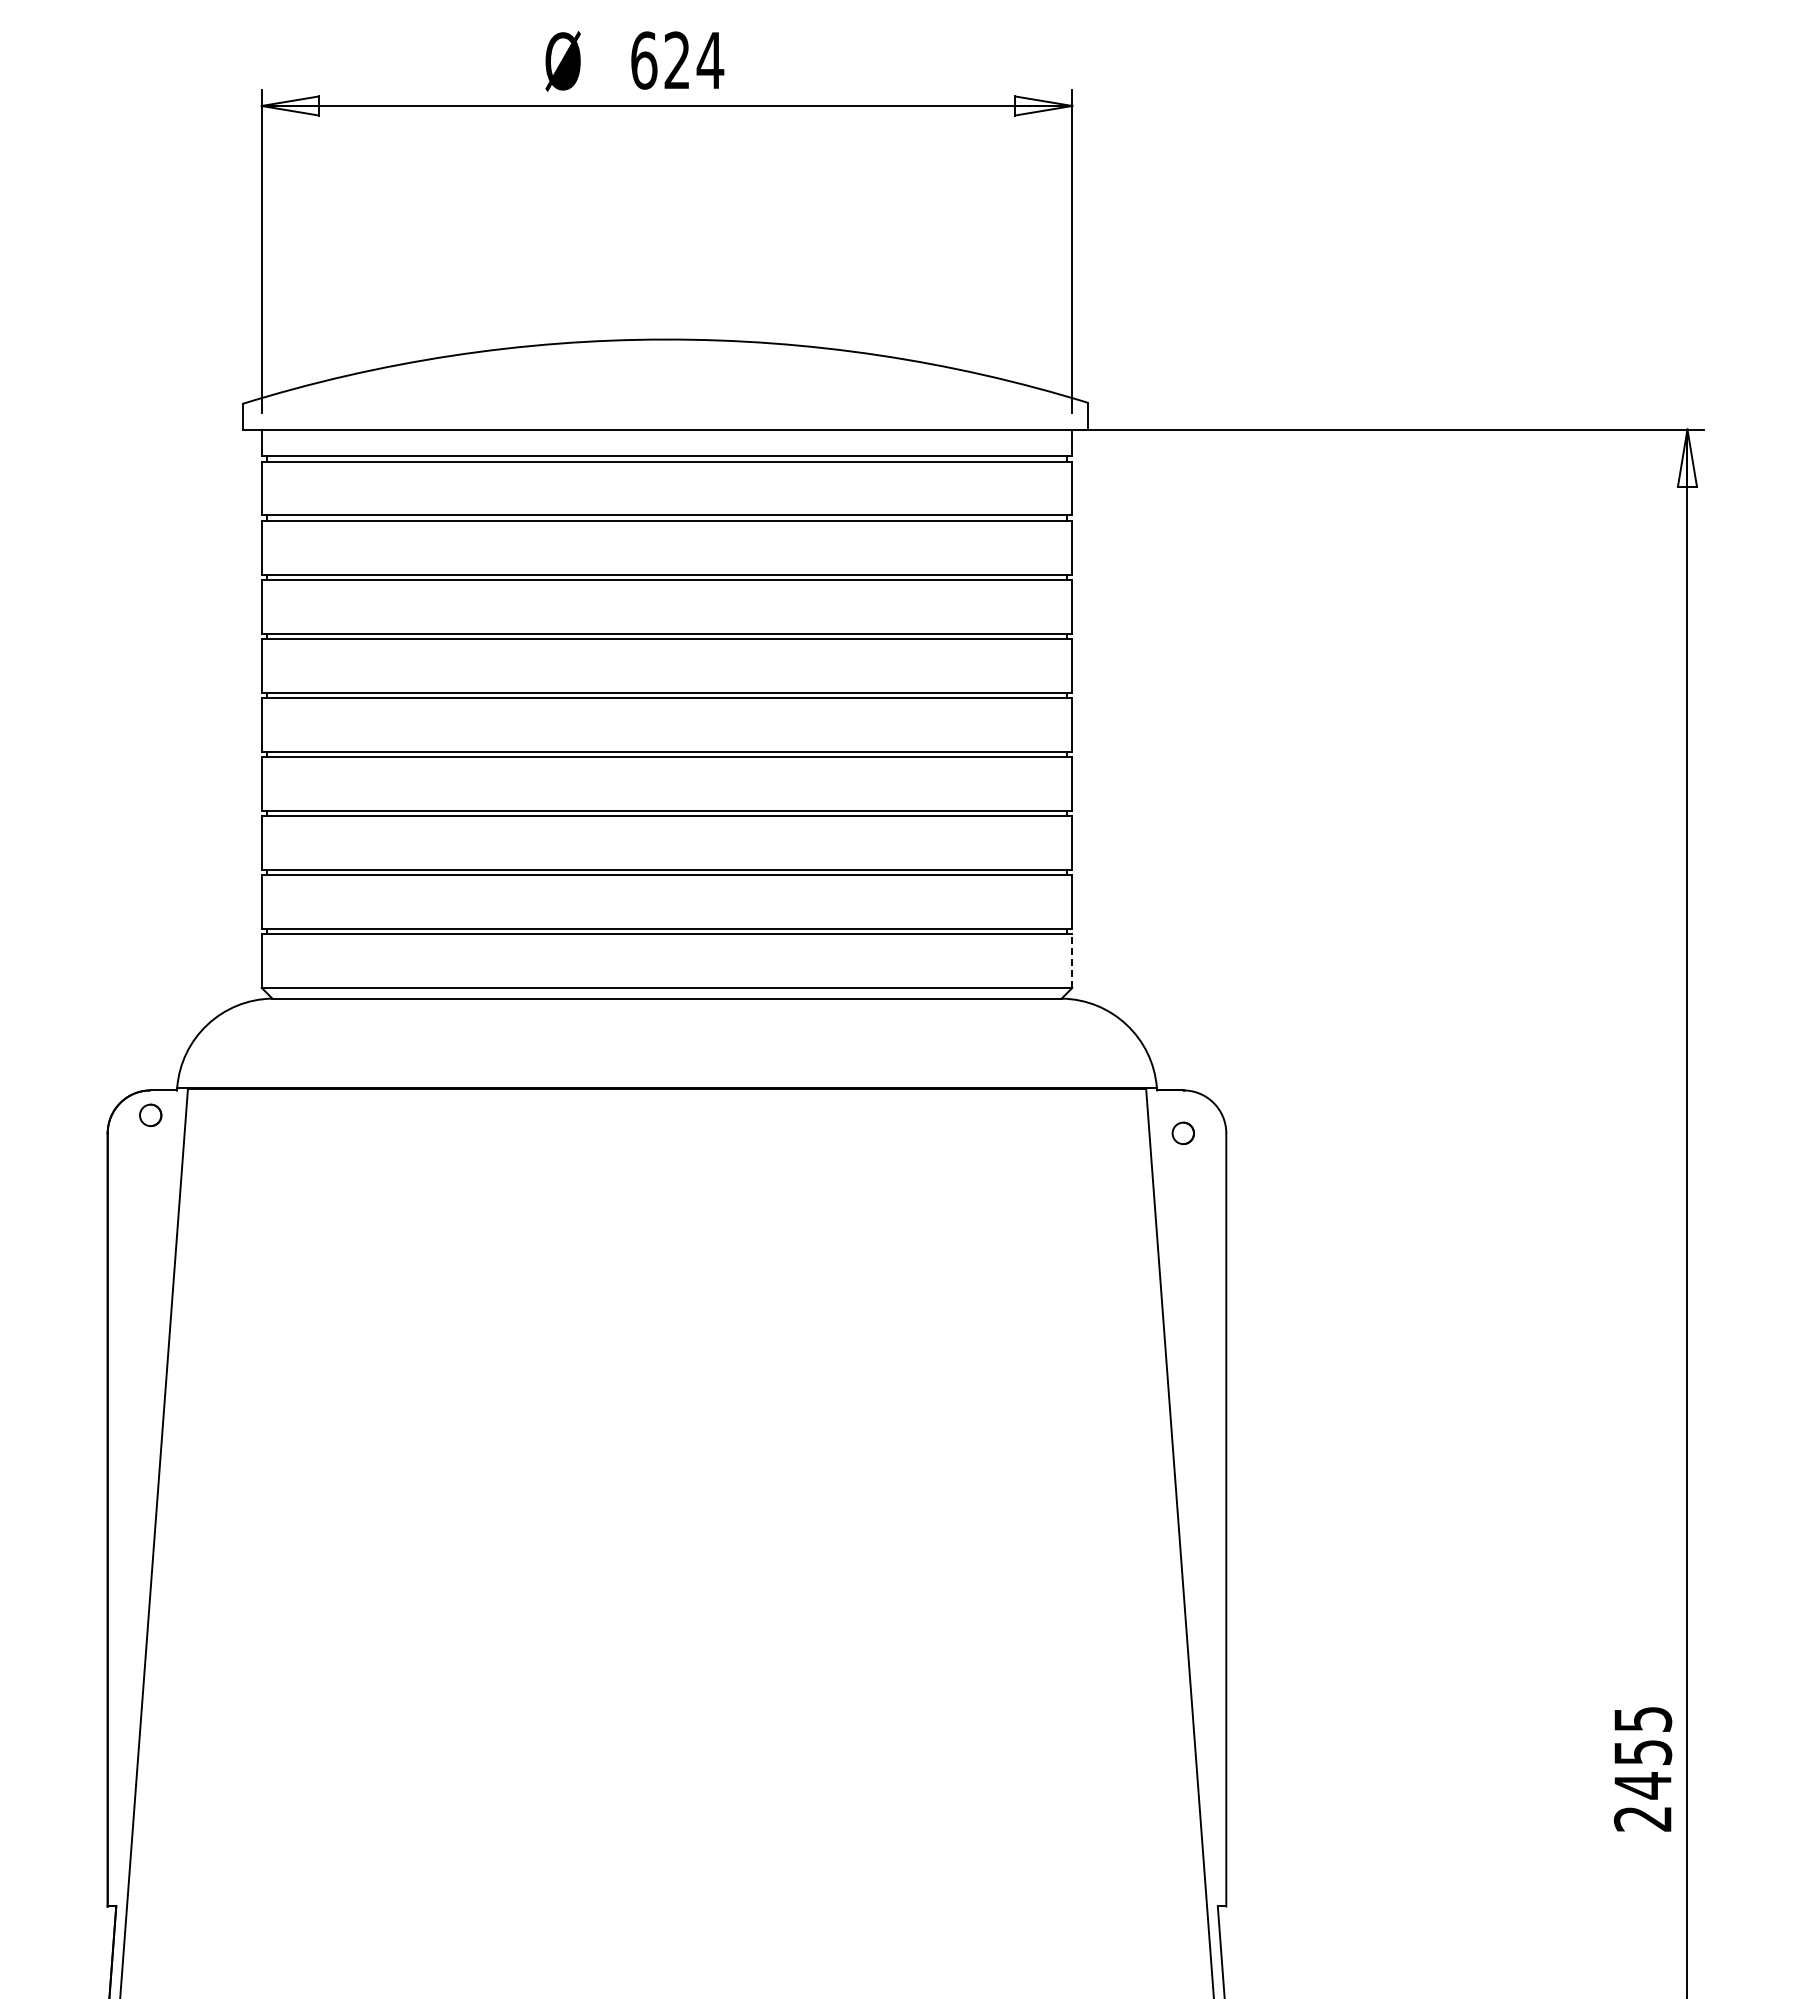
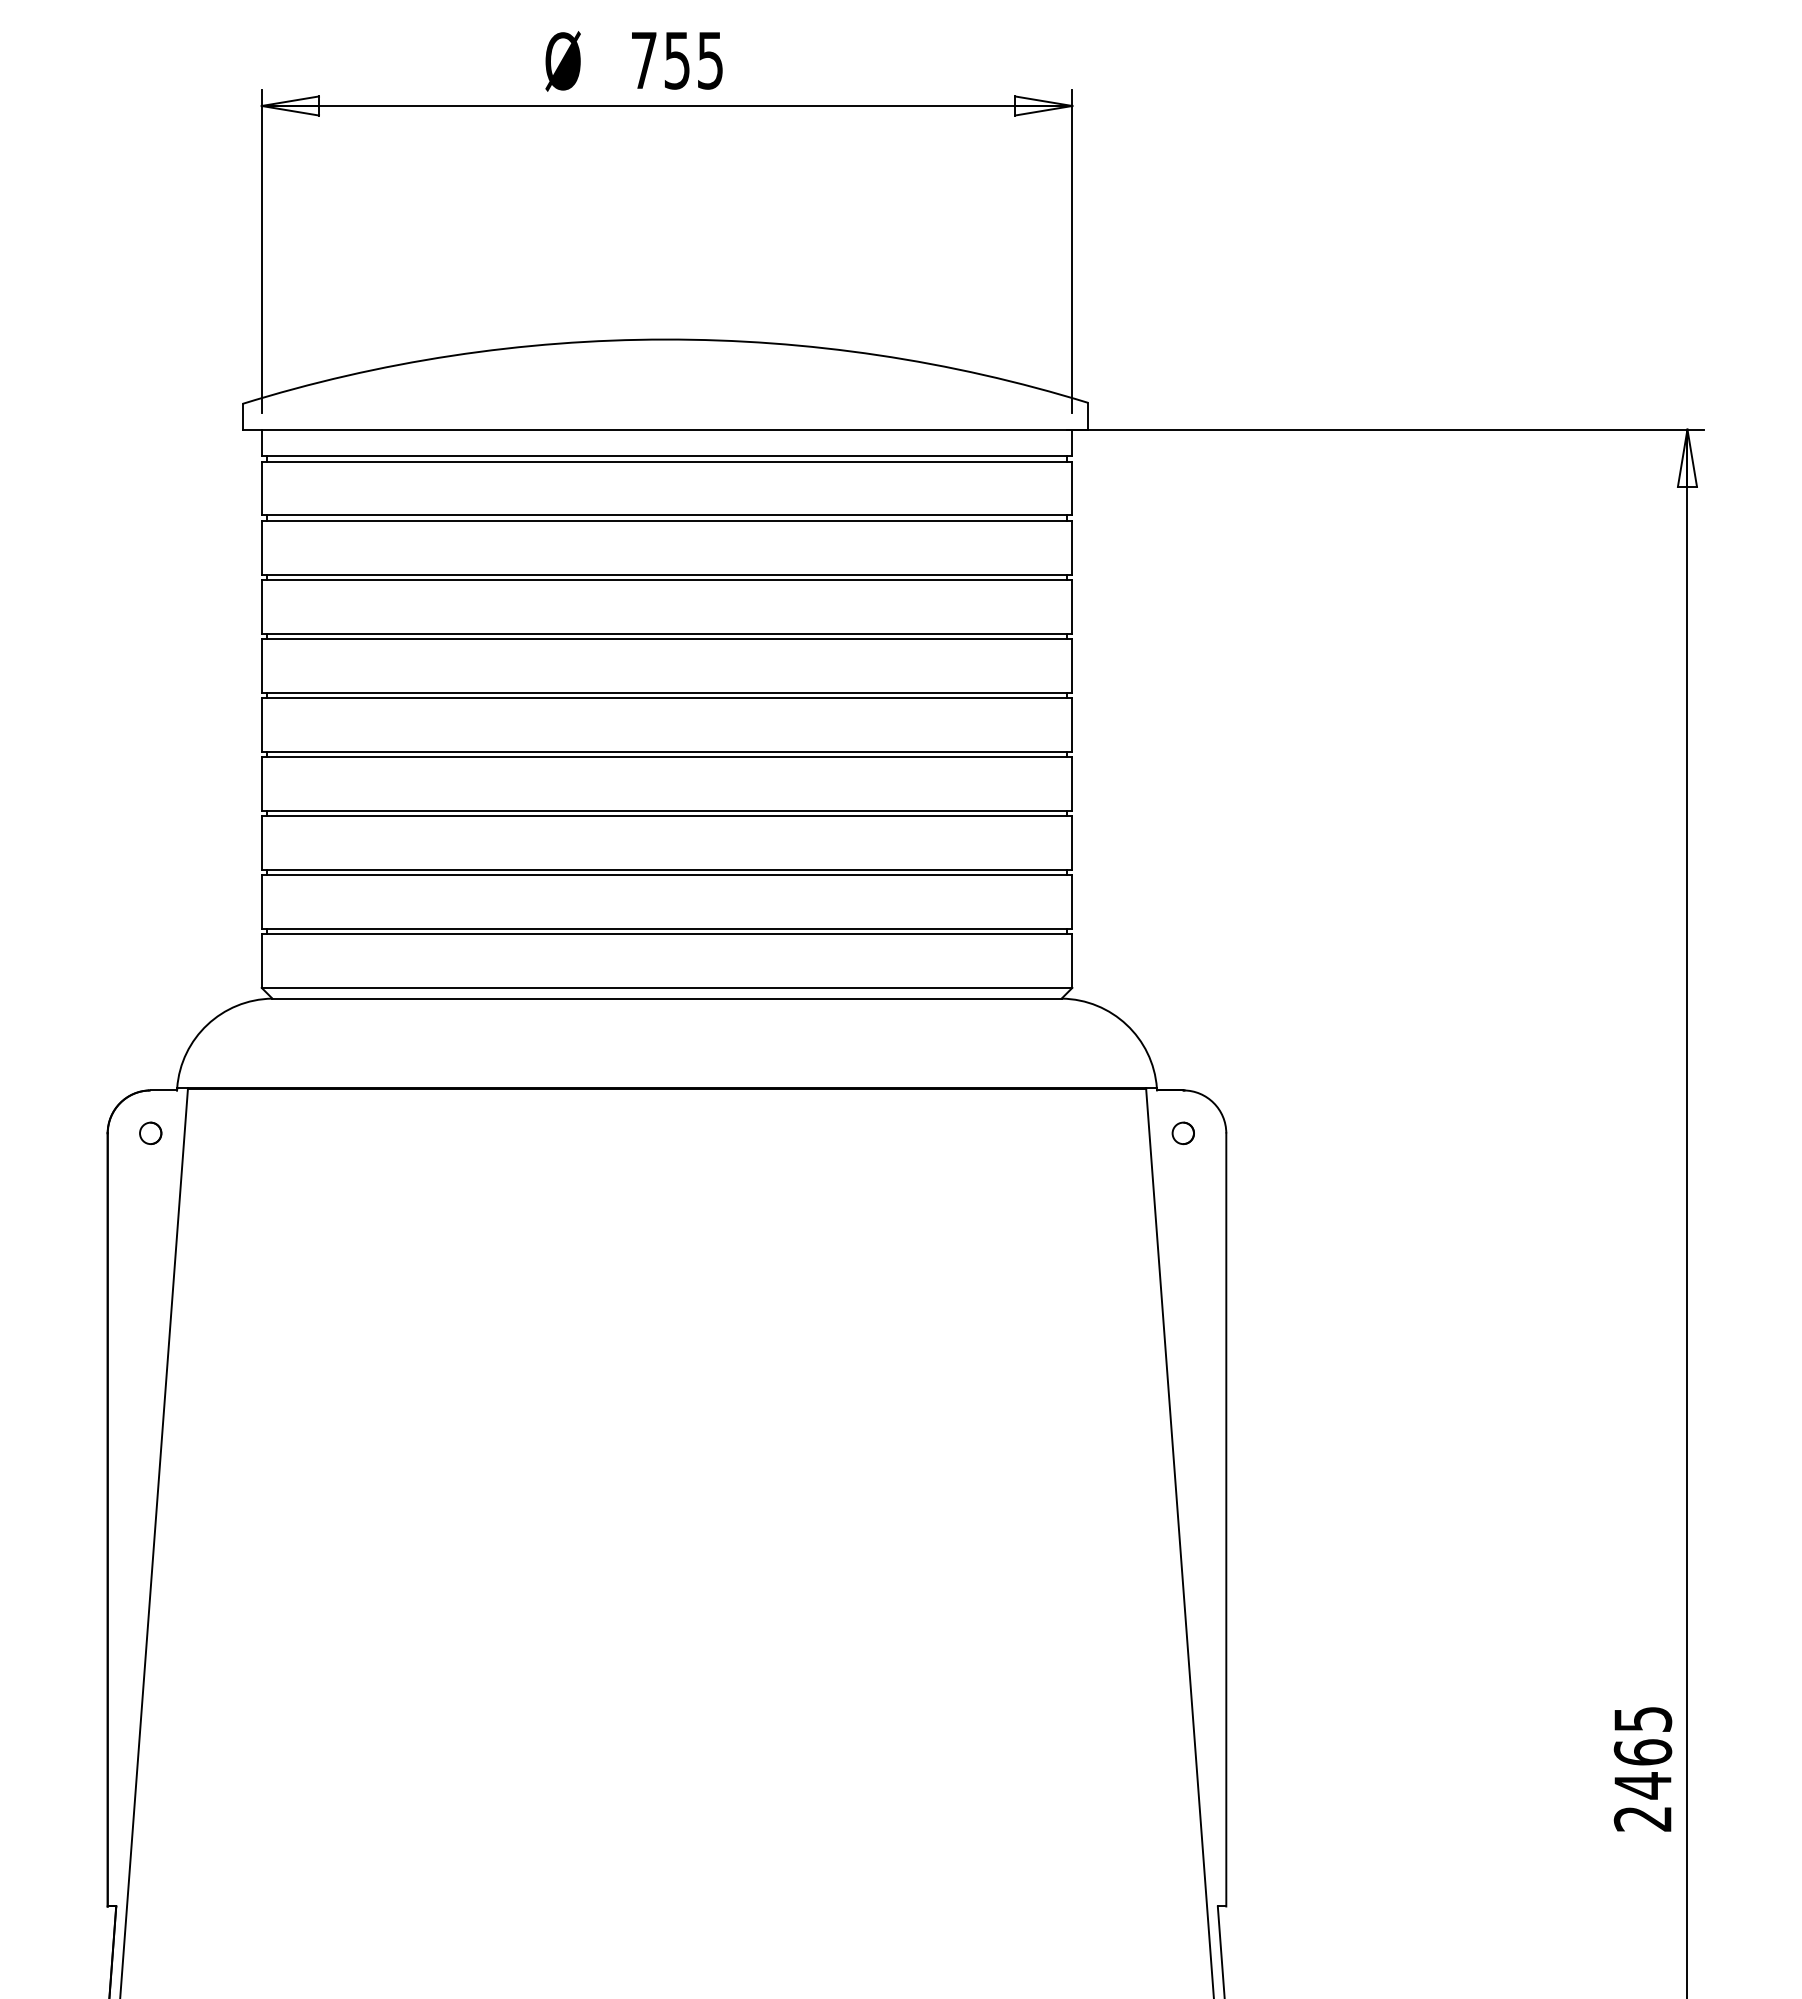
text at (677, 60): 624 -> 755
line at (1072, 961): dashed -> solid
part at (150, 1114) position: (150, 1114) -> (150, 1132)
text at (1642, 1752): 2455 -> 2465
